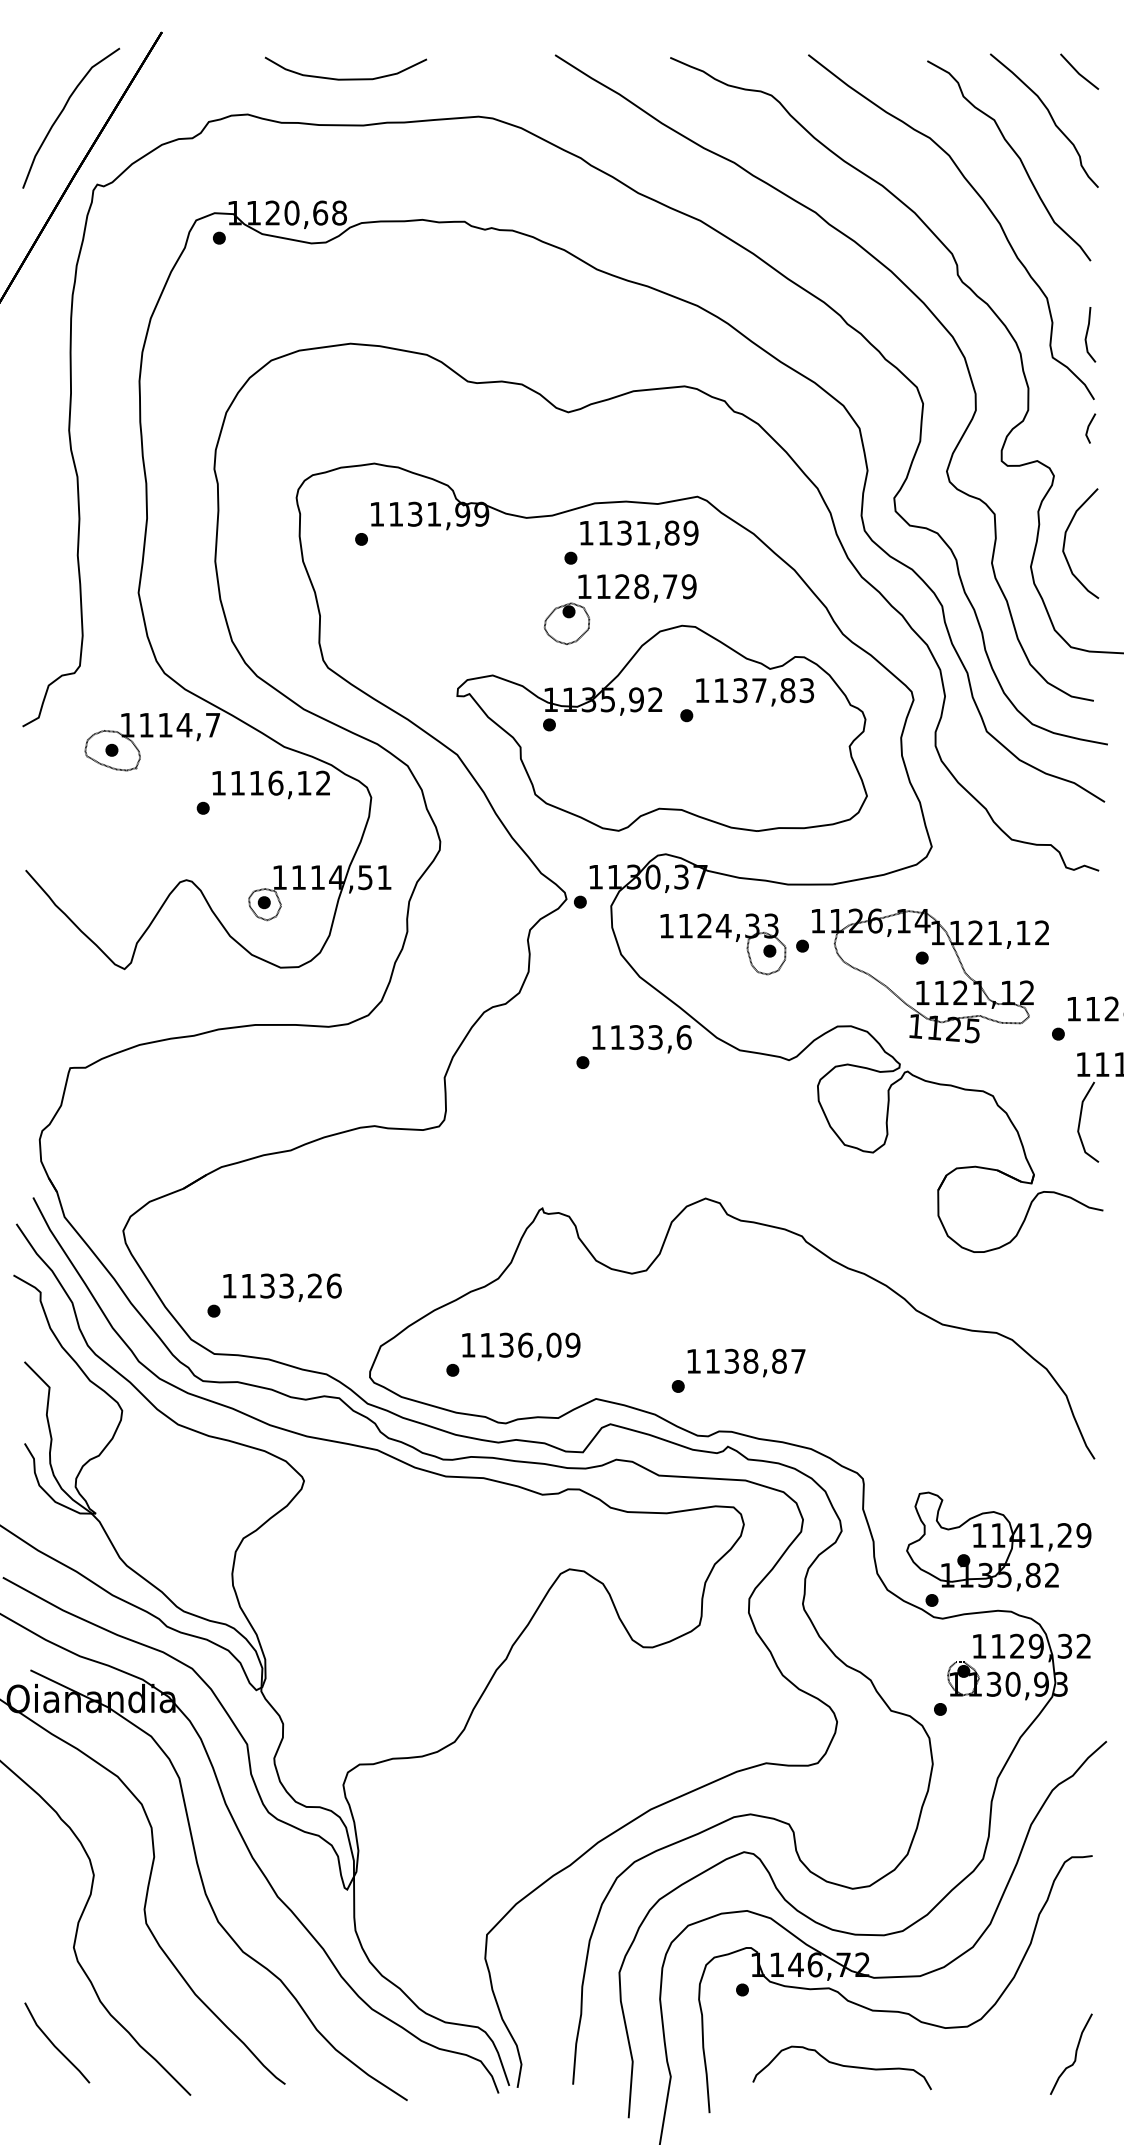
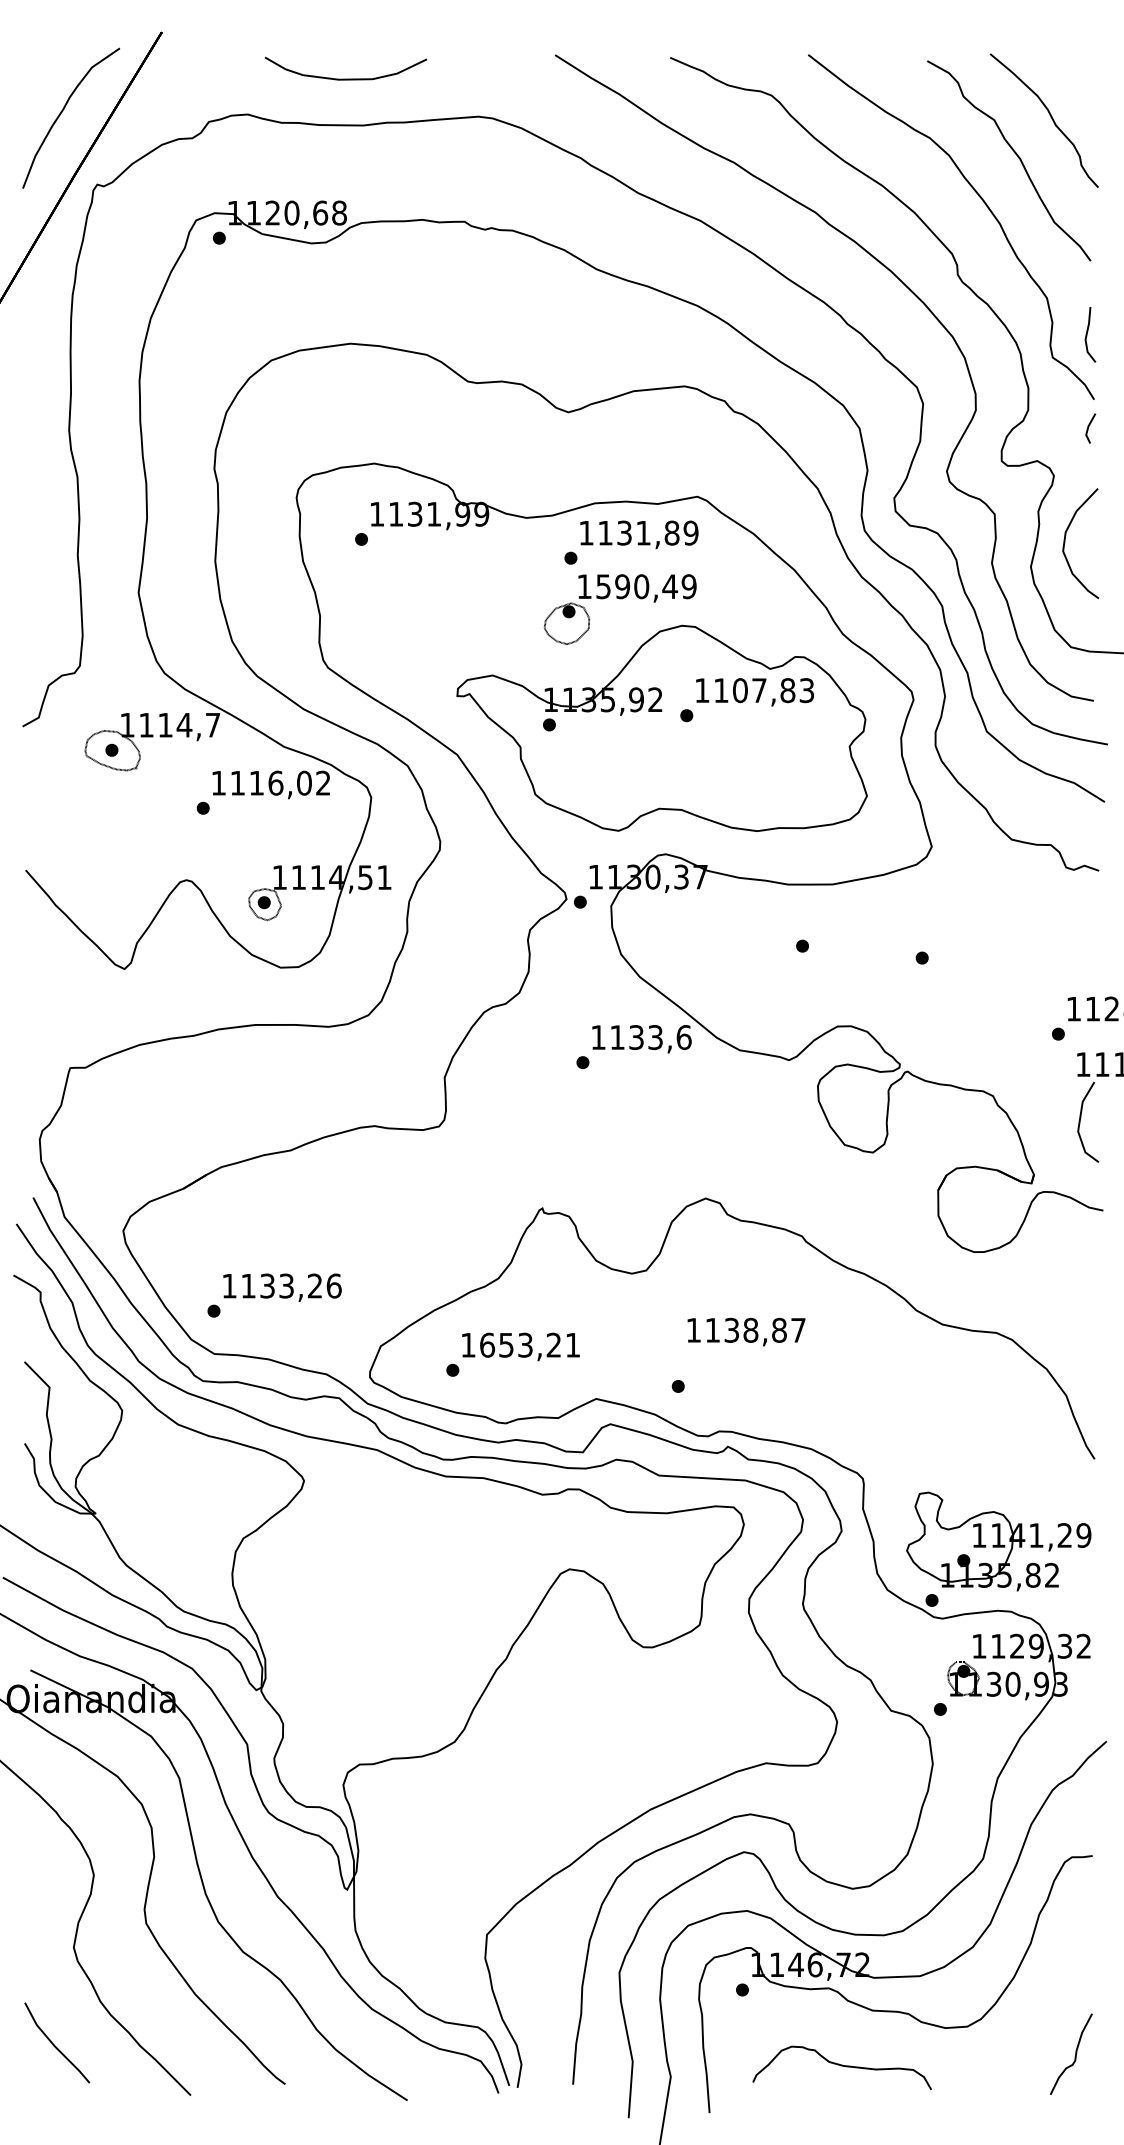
part at (1079, 71): present -> none
text at (637, 586): 1128,79 -> 1590,49
text at (740, 690): 1137,83 -> 1107,83
text at (304, 782): 1116,12 -> 1116,02
part at (726, 938): present -> none
part at (930, 975): present -> none
text at (530, 1344): 1136,09 -> 1653,21
text at (746, 1362) position: (746, 1362) -> (746, 1331)
